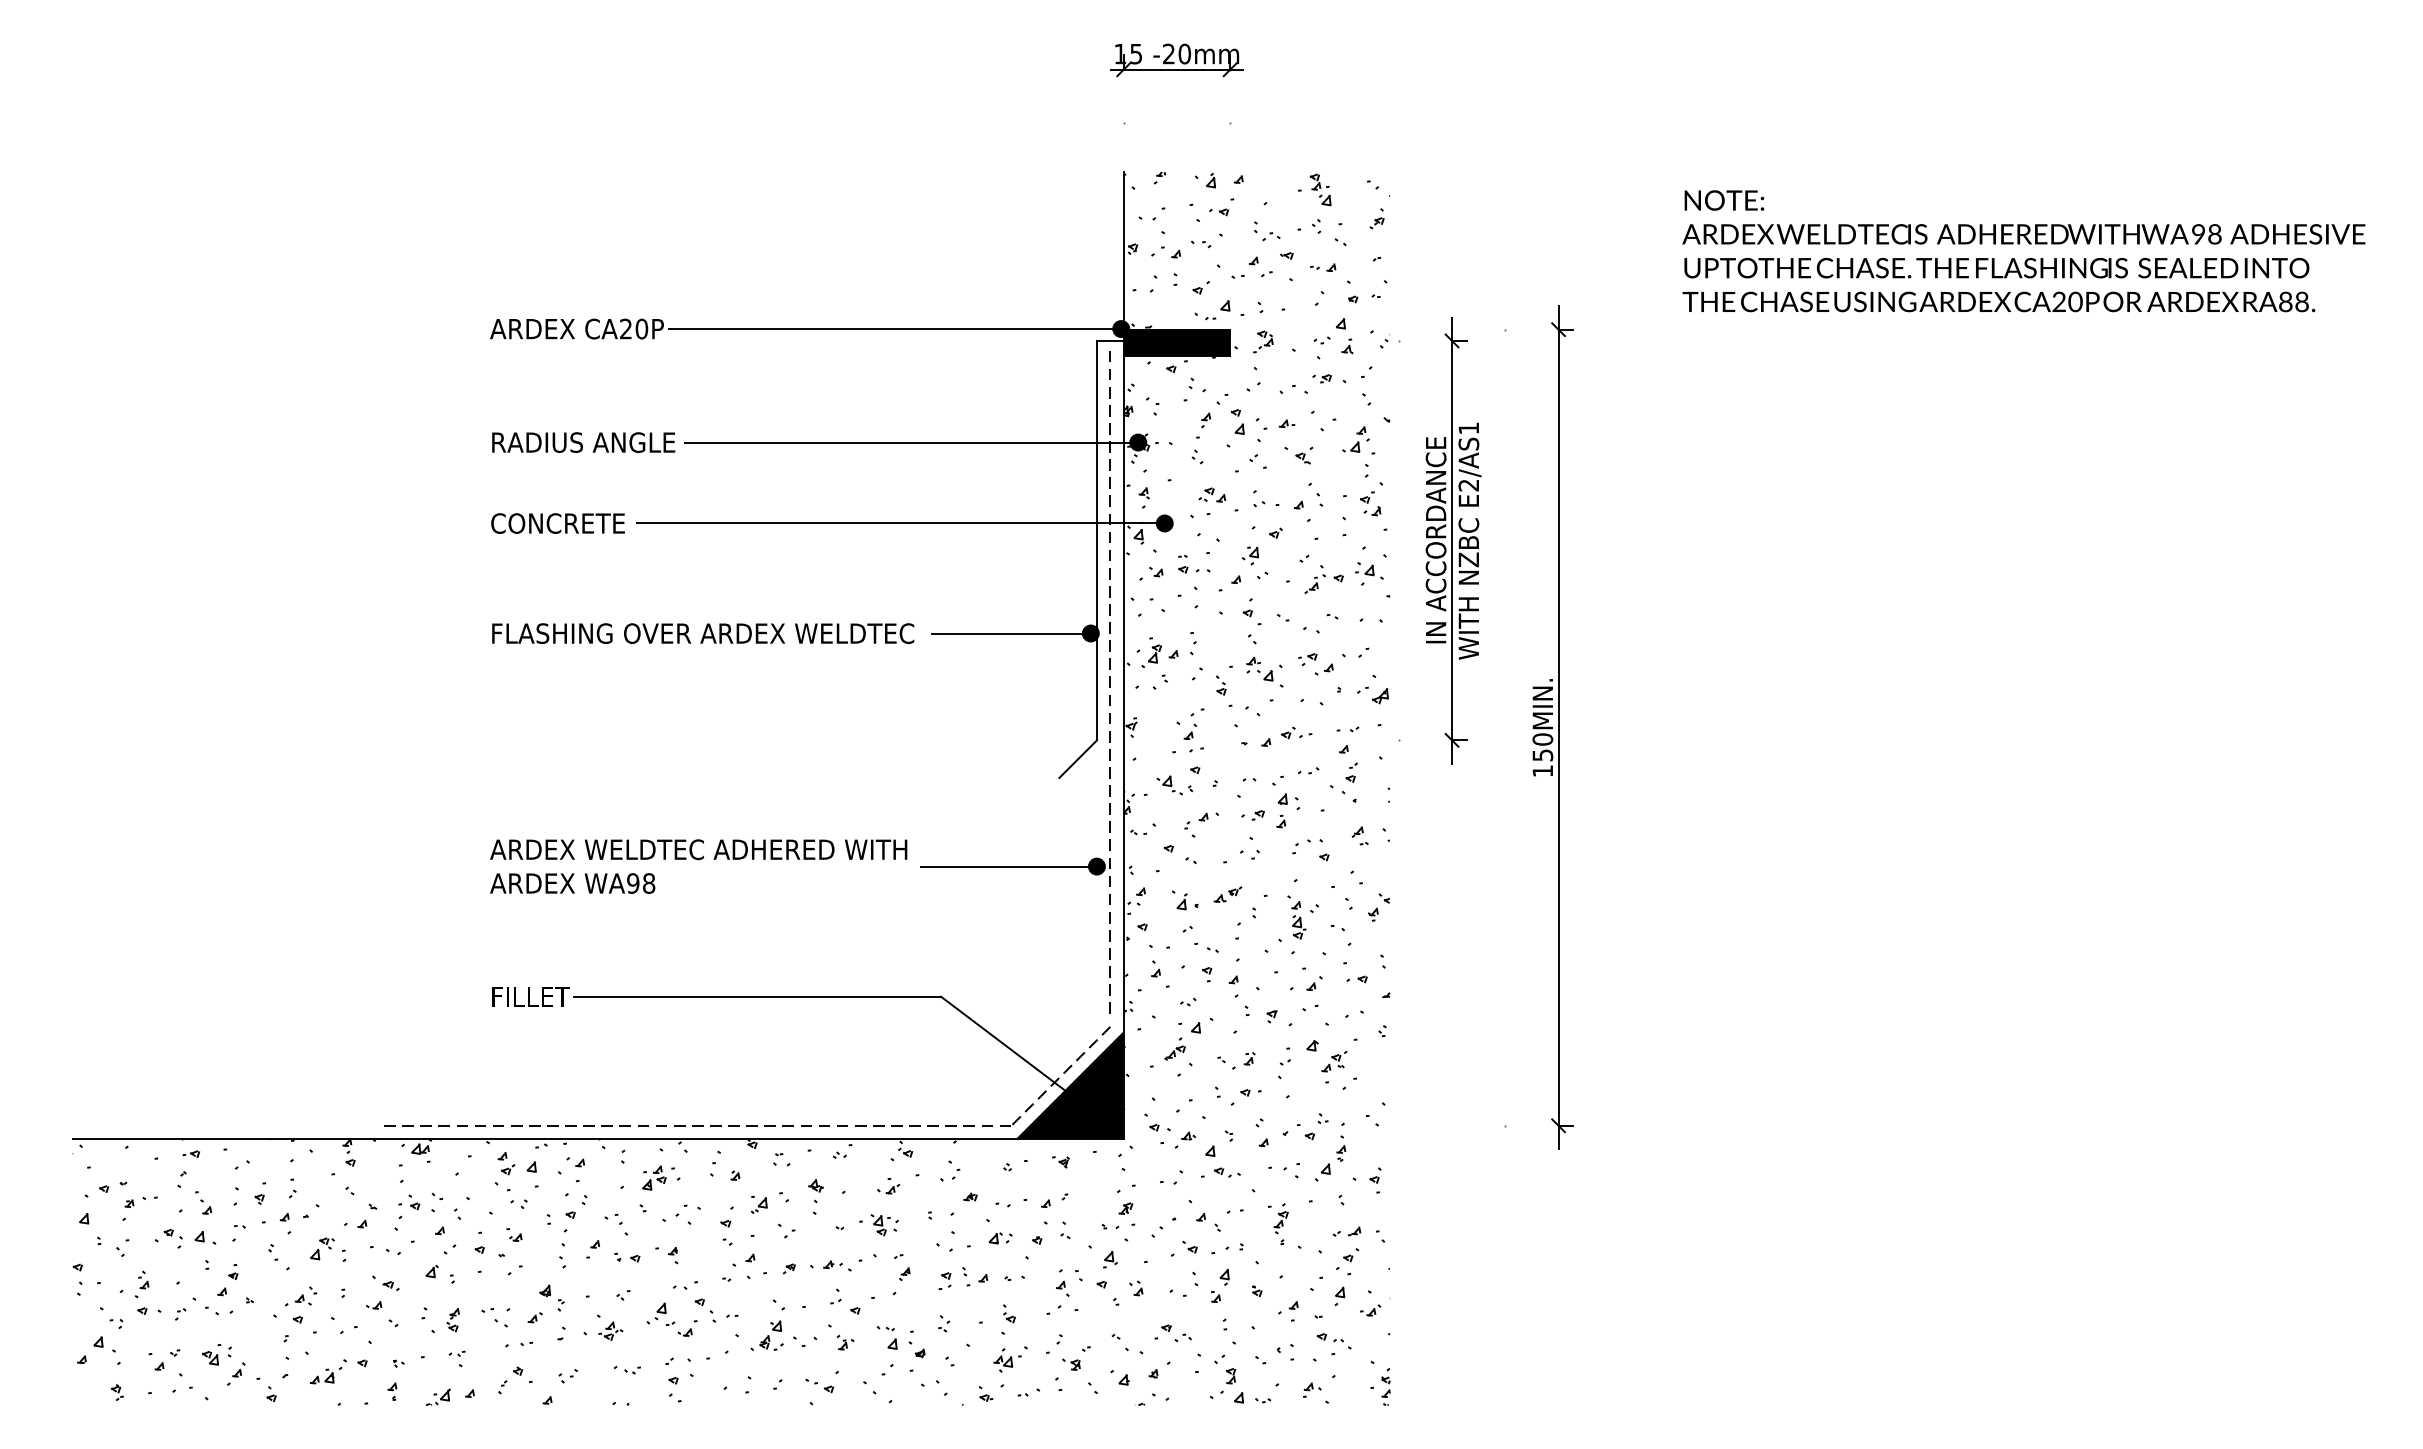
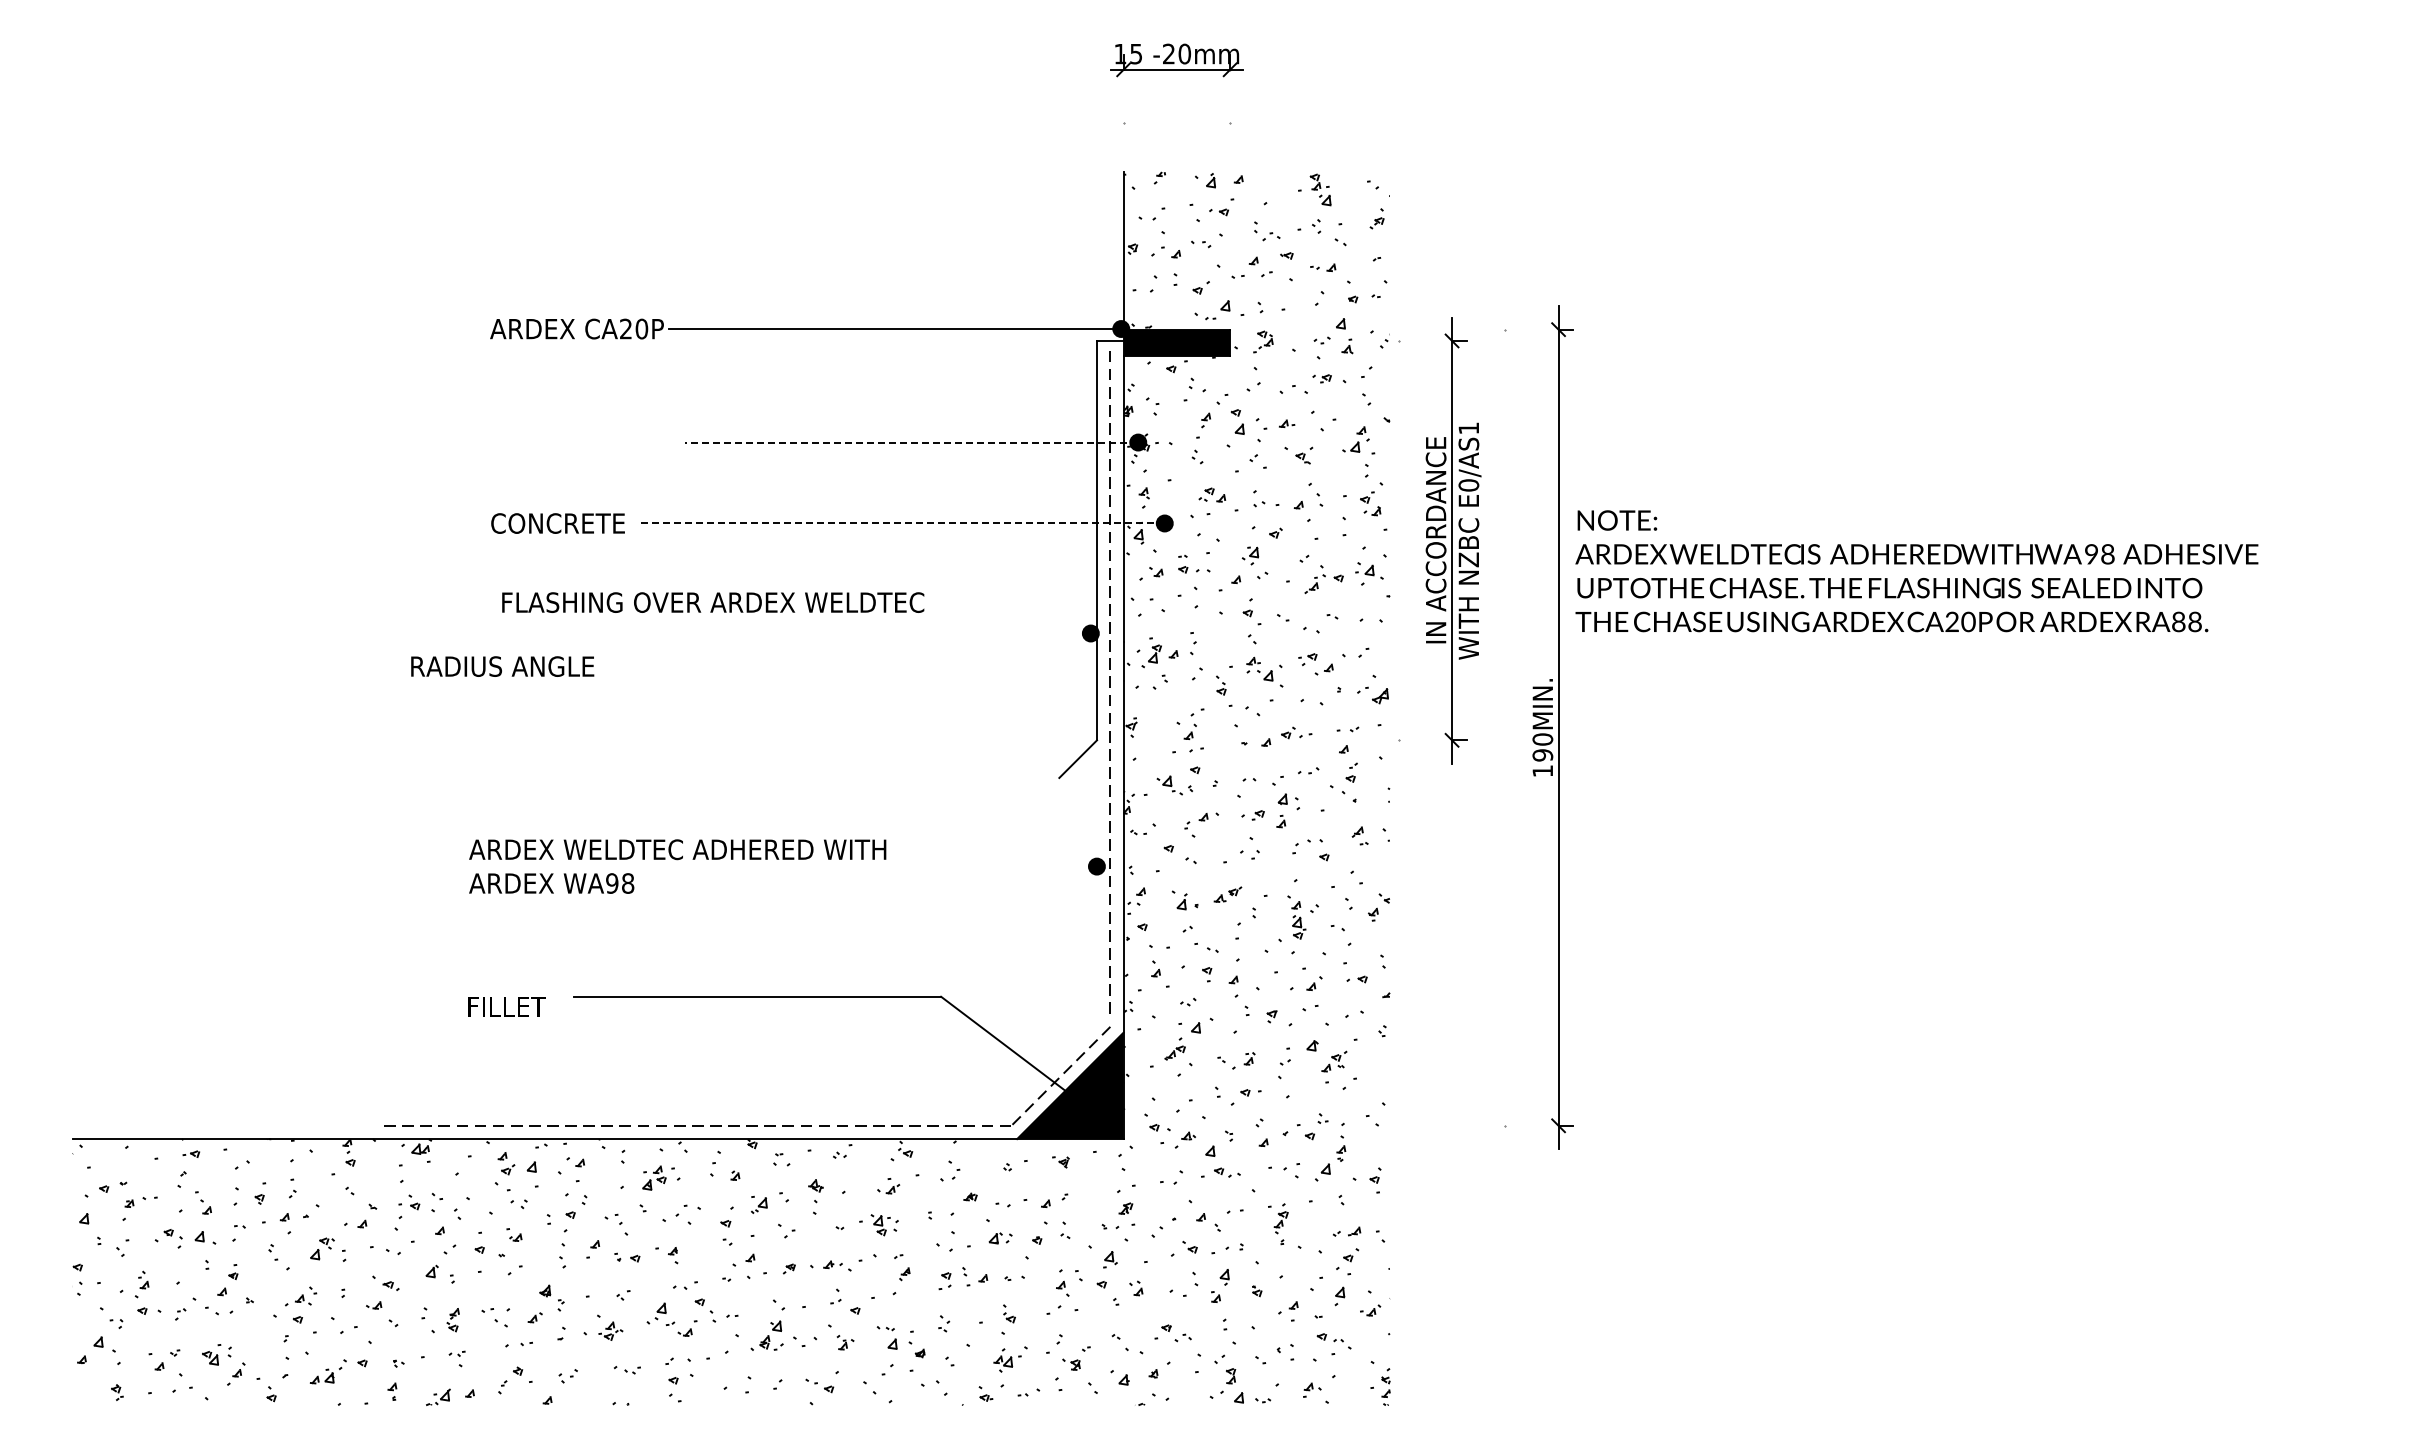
text at (2023, 251) position: (2023, 251) -> (1916, 571)
text at (583, 442) position: (583, 442) -> (502, 666)
line at (911, 442): solid -> dashed
text at (1468, 485): E2/AS1 -> E0/AS1
line at (900, 523): solid -> dashed
text at (703, 633) position: (703, 633) -> (713, 602)
line at (1011, 633): present -> none
text at (1542, 755): 150MIN. -> 190MIN.
text at (698, 866) position: (698, 866) -> (677, 866)
line at (1008, 866): present -> none
text at (530, 996) position: (530, 996) -> (506, 1006)
